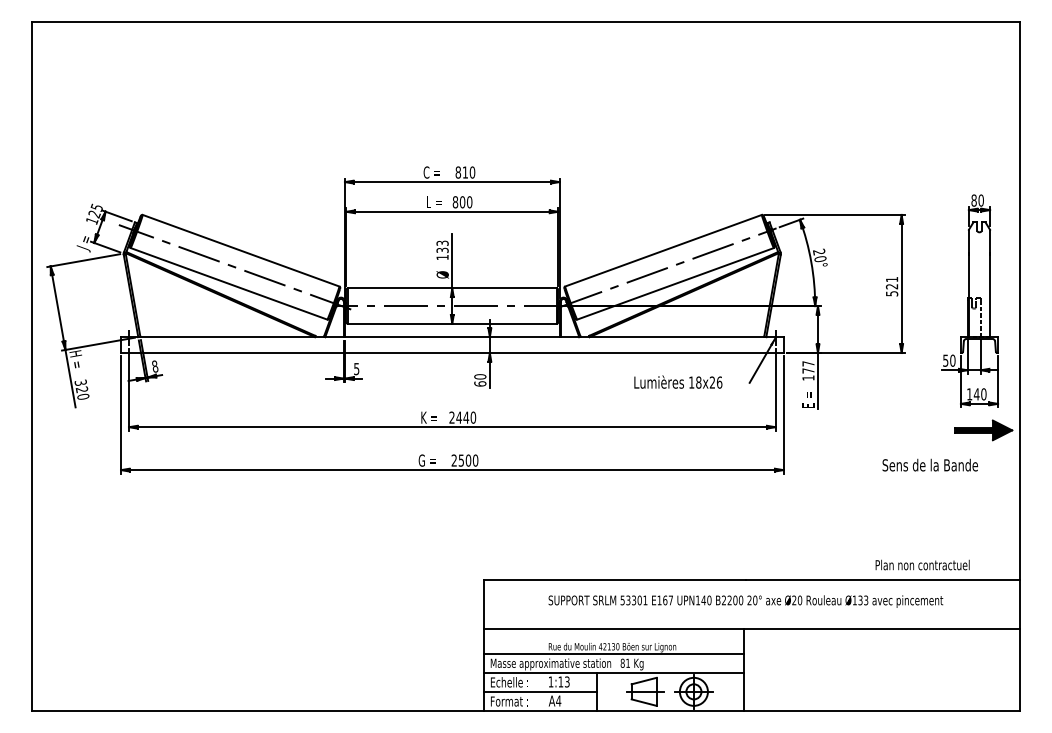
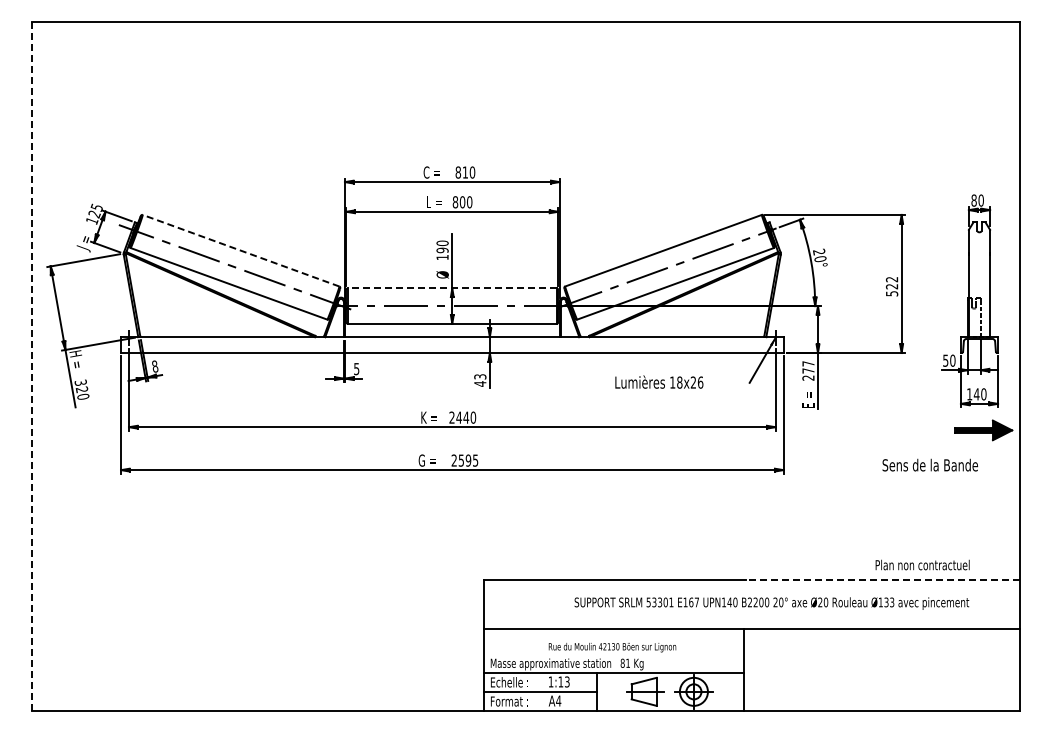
text at (442, 246): 133 -> 190
line at (241, 250): solid -> dashed
text at (891, 279): 521 -> 522
line at (452, 288): solid -> dashed
line at (31, 366): solid -> dashed
text at (808, 377): 177 -> 277
text at (480, 380): 60 -> 43
text at (678, 381) position: (678, 381) -> (659, 381)
text at (471, 460): 2500 -> 2595
line at (882, 580): solid -> dashed
text at (745, 601) position: (745, 601) -> (771, 603)
line at (613, 654): present -> none
